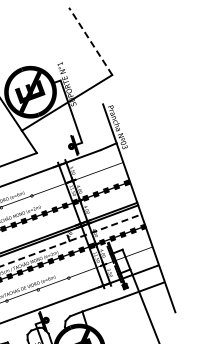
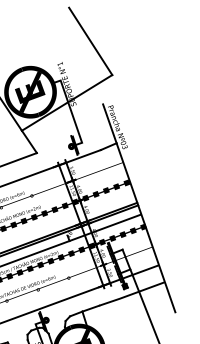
line at (90, 41): dashed -> solid
line at (70, 240): dashed -> solid
